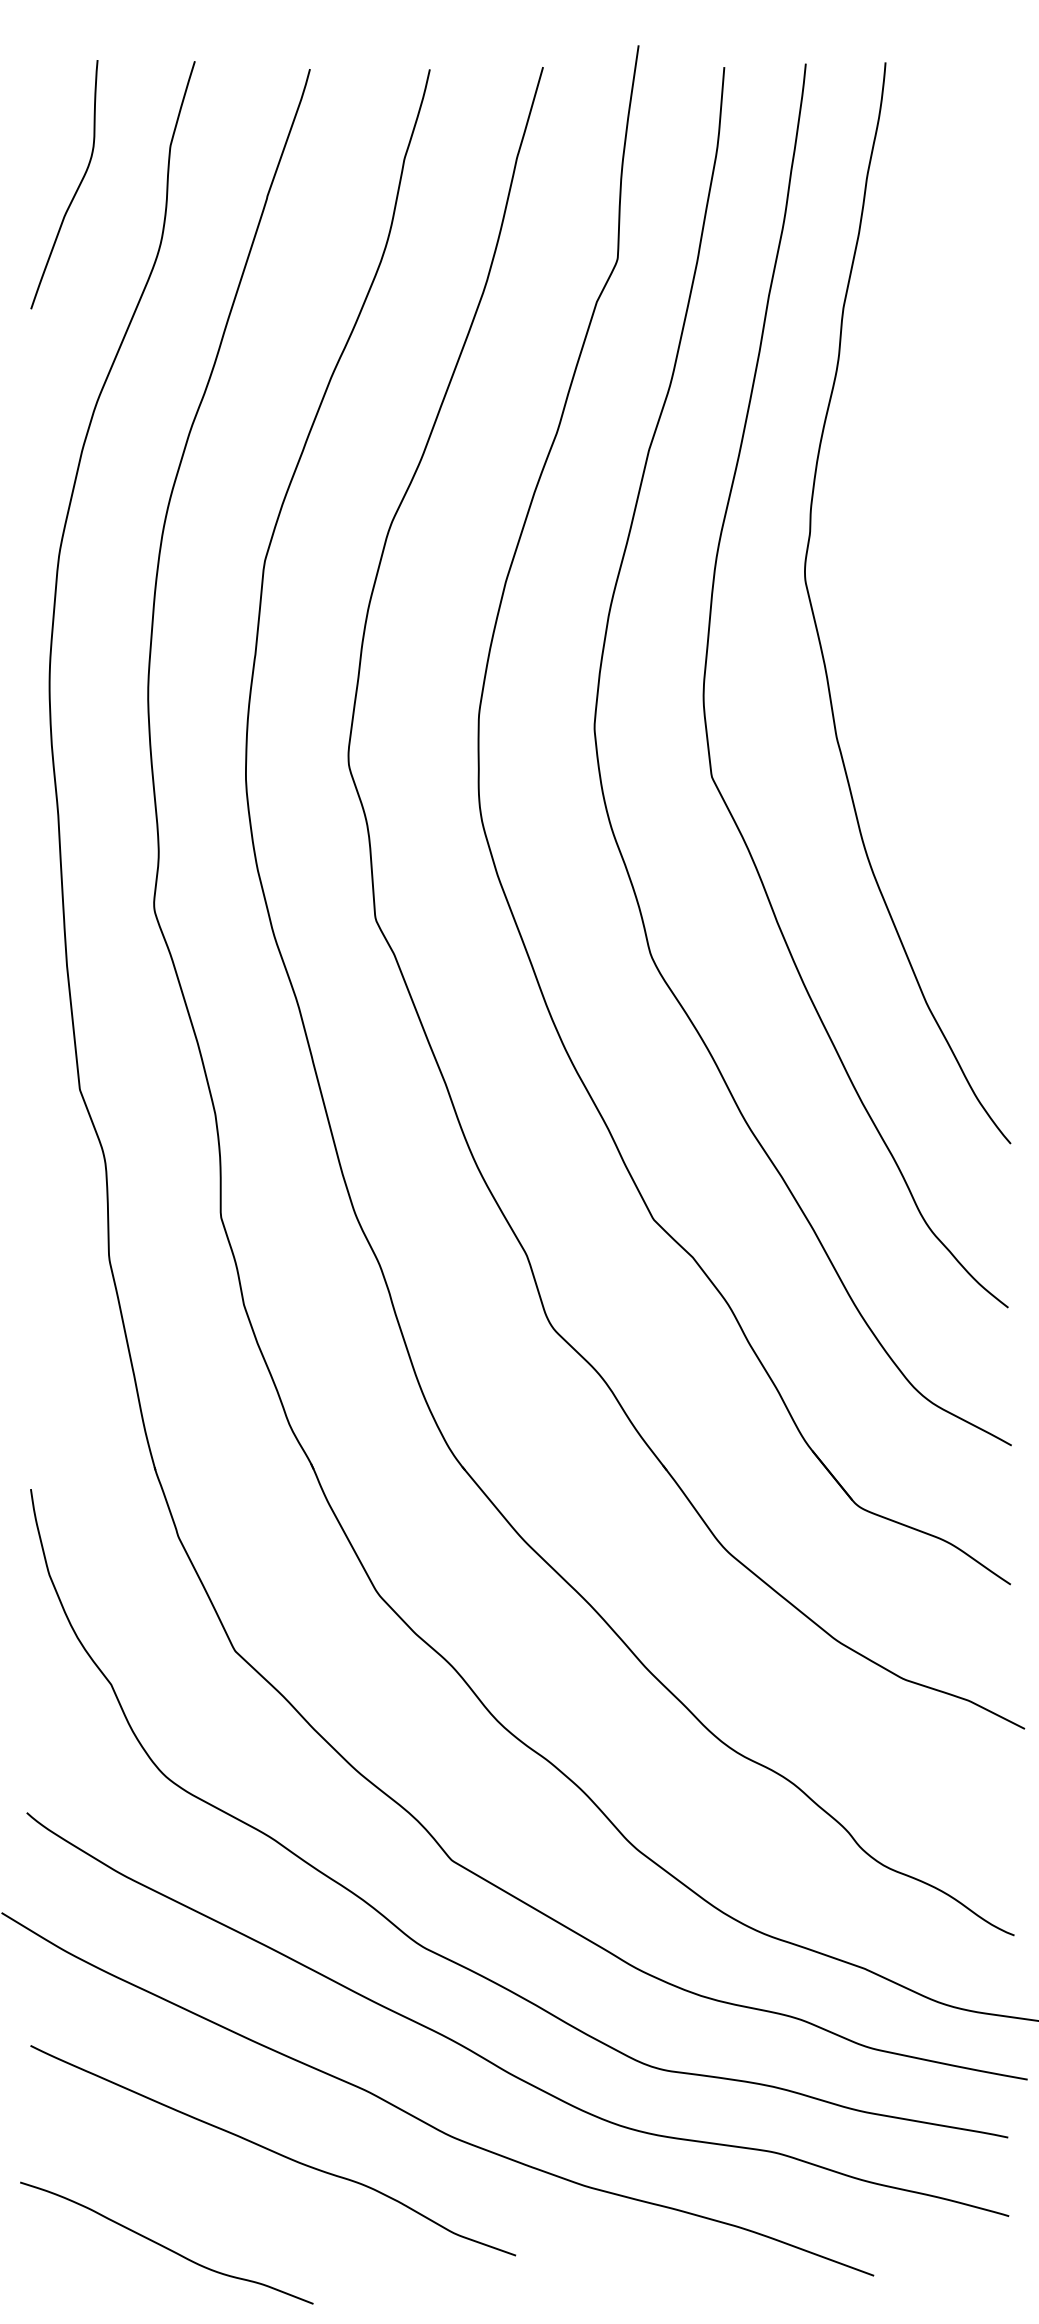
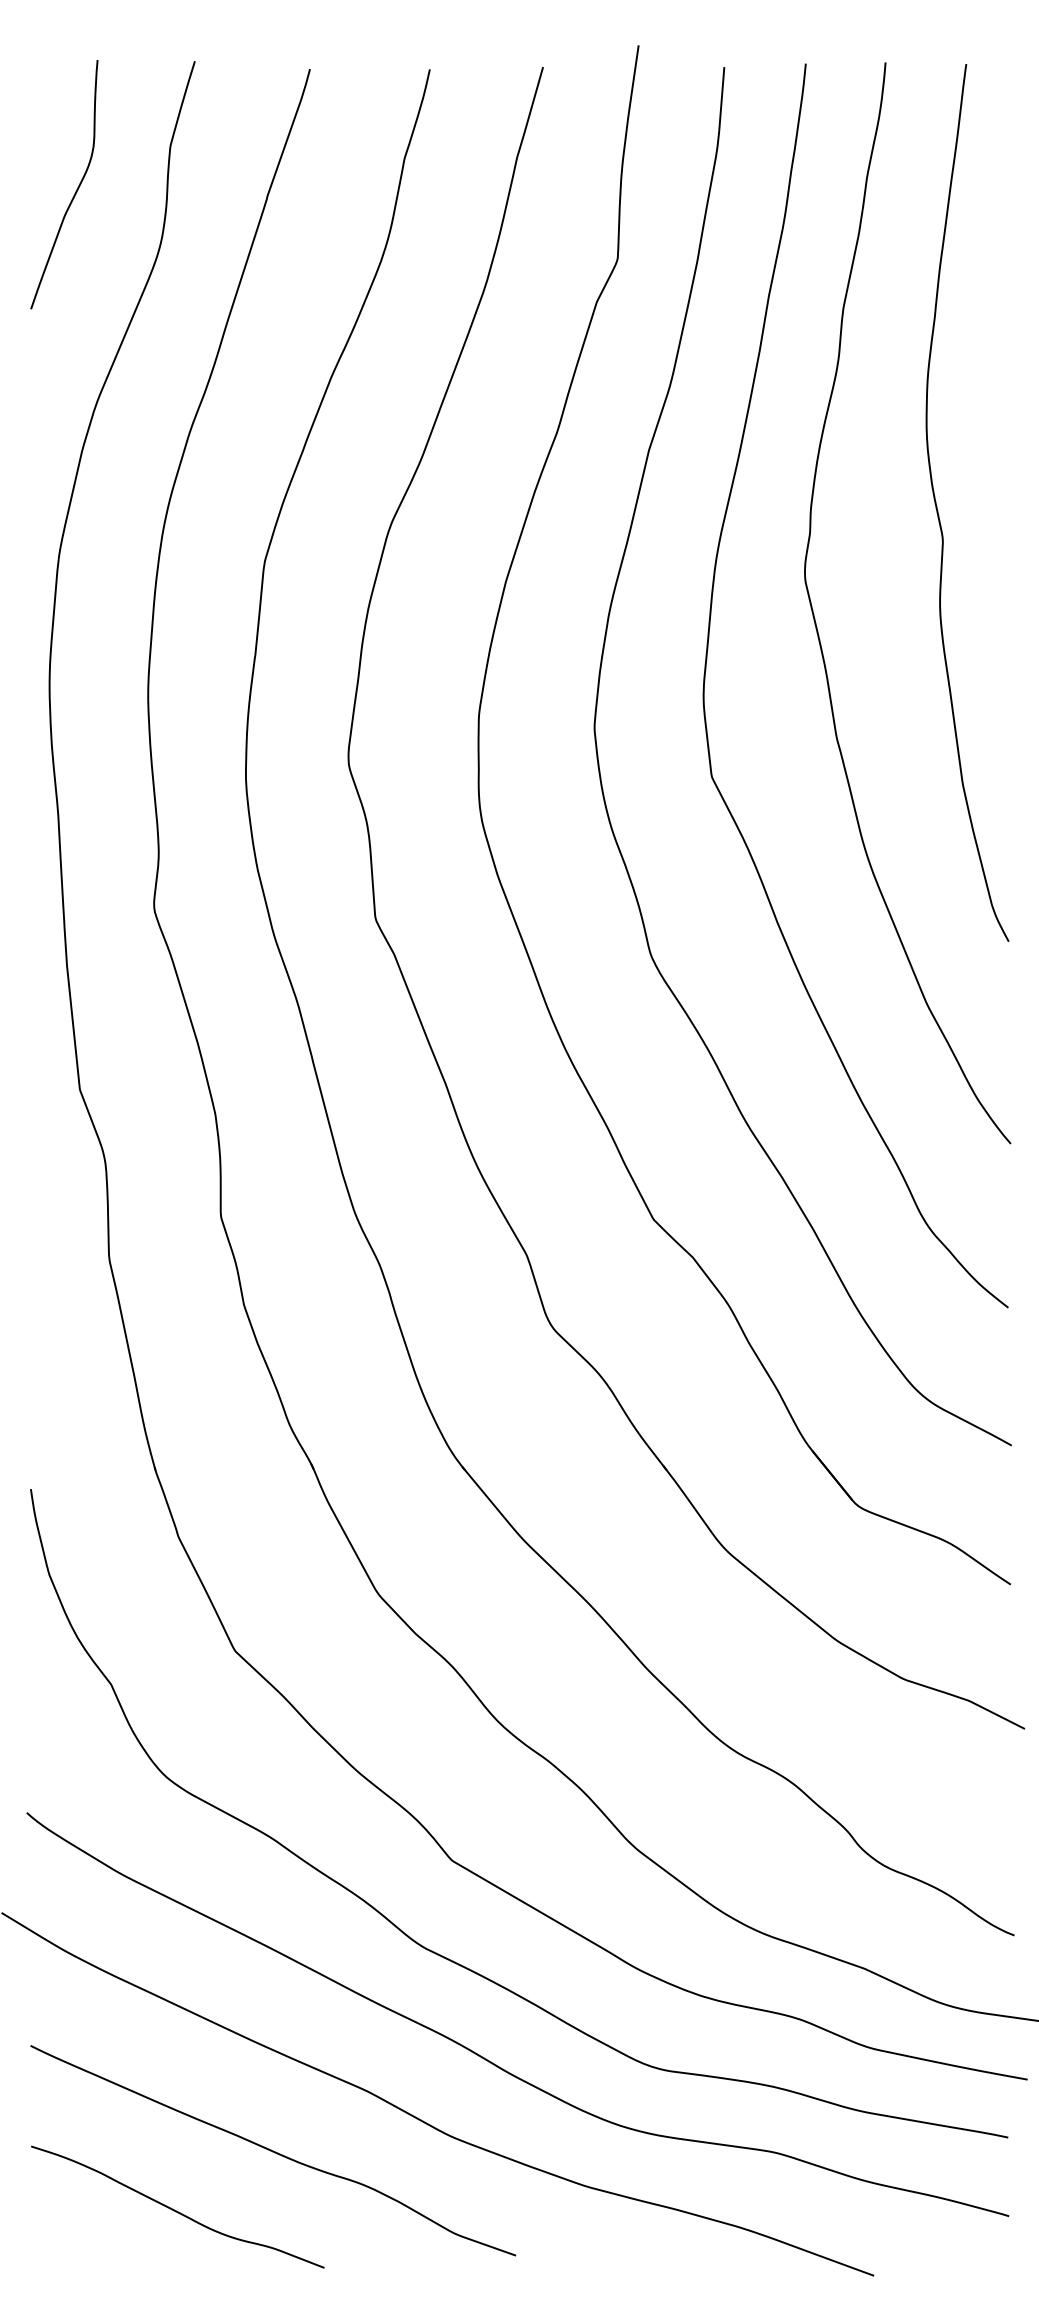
curve at (938, 510): none -> present
curve at (165, 2246) position: (165, 2246) -> (176, 2210)
